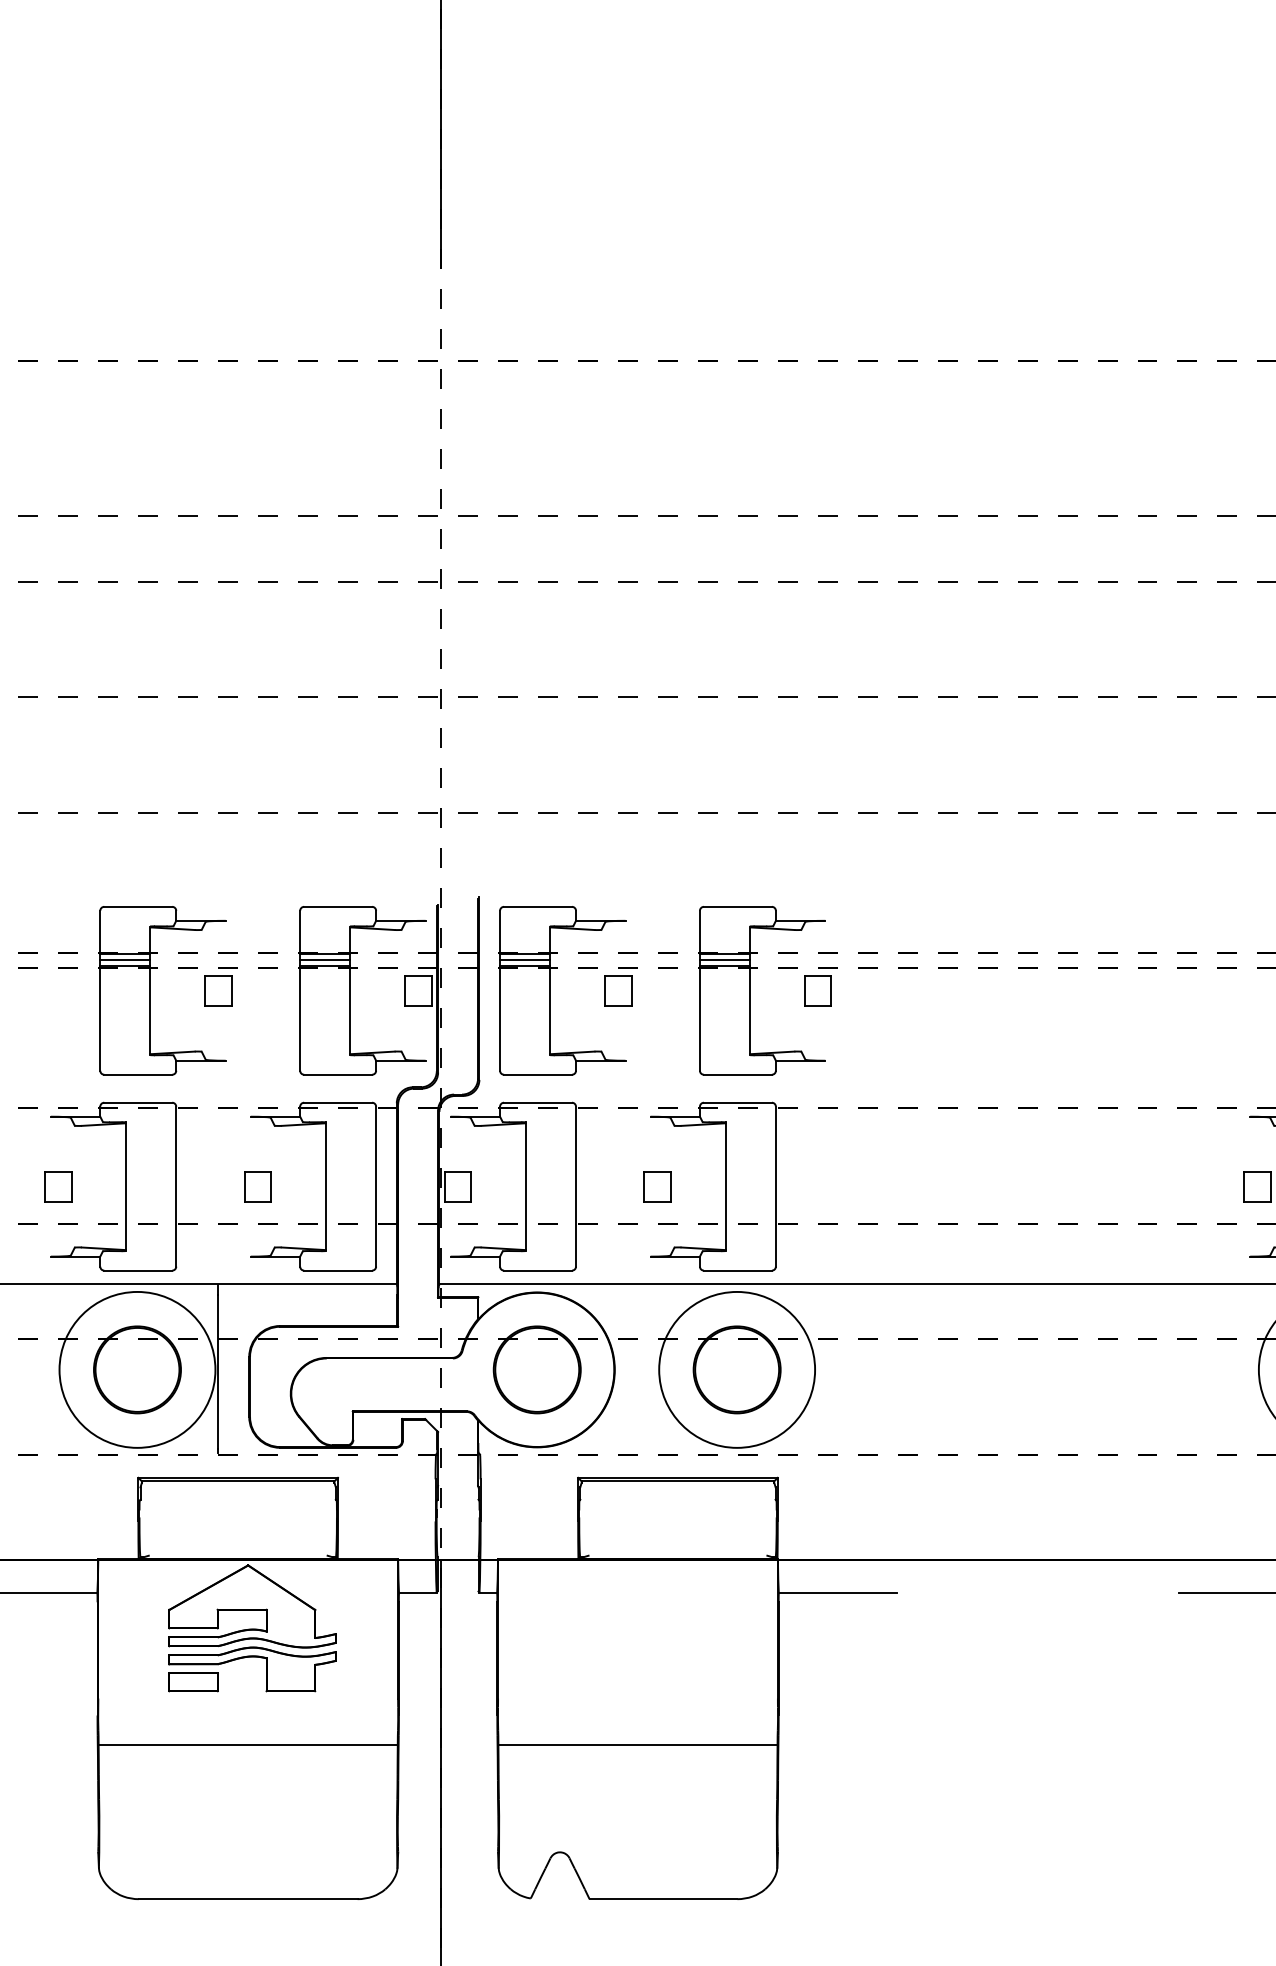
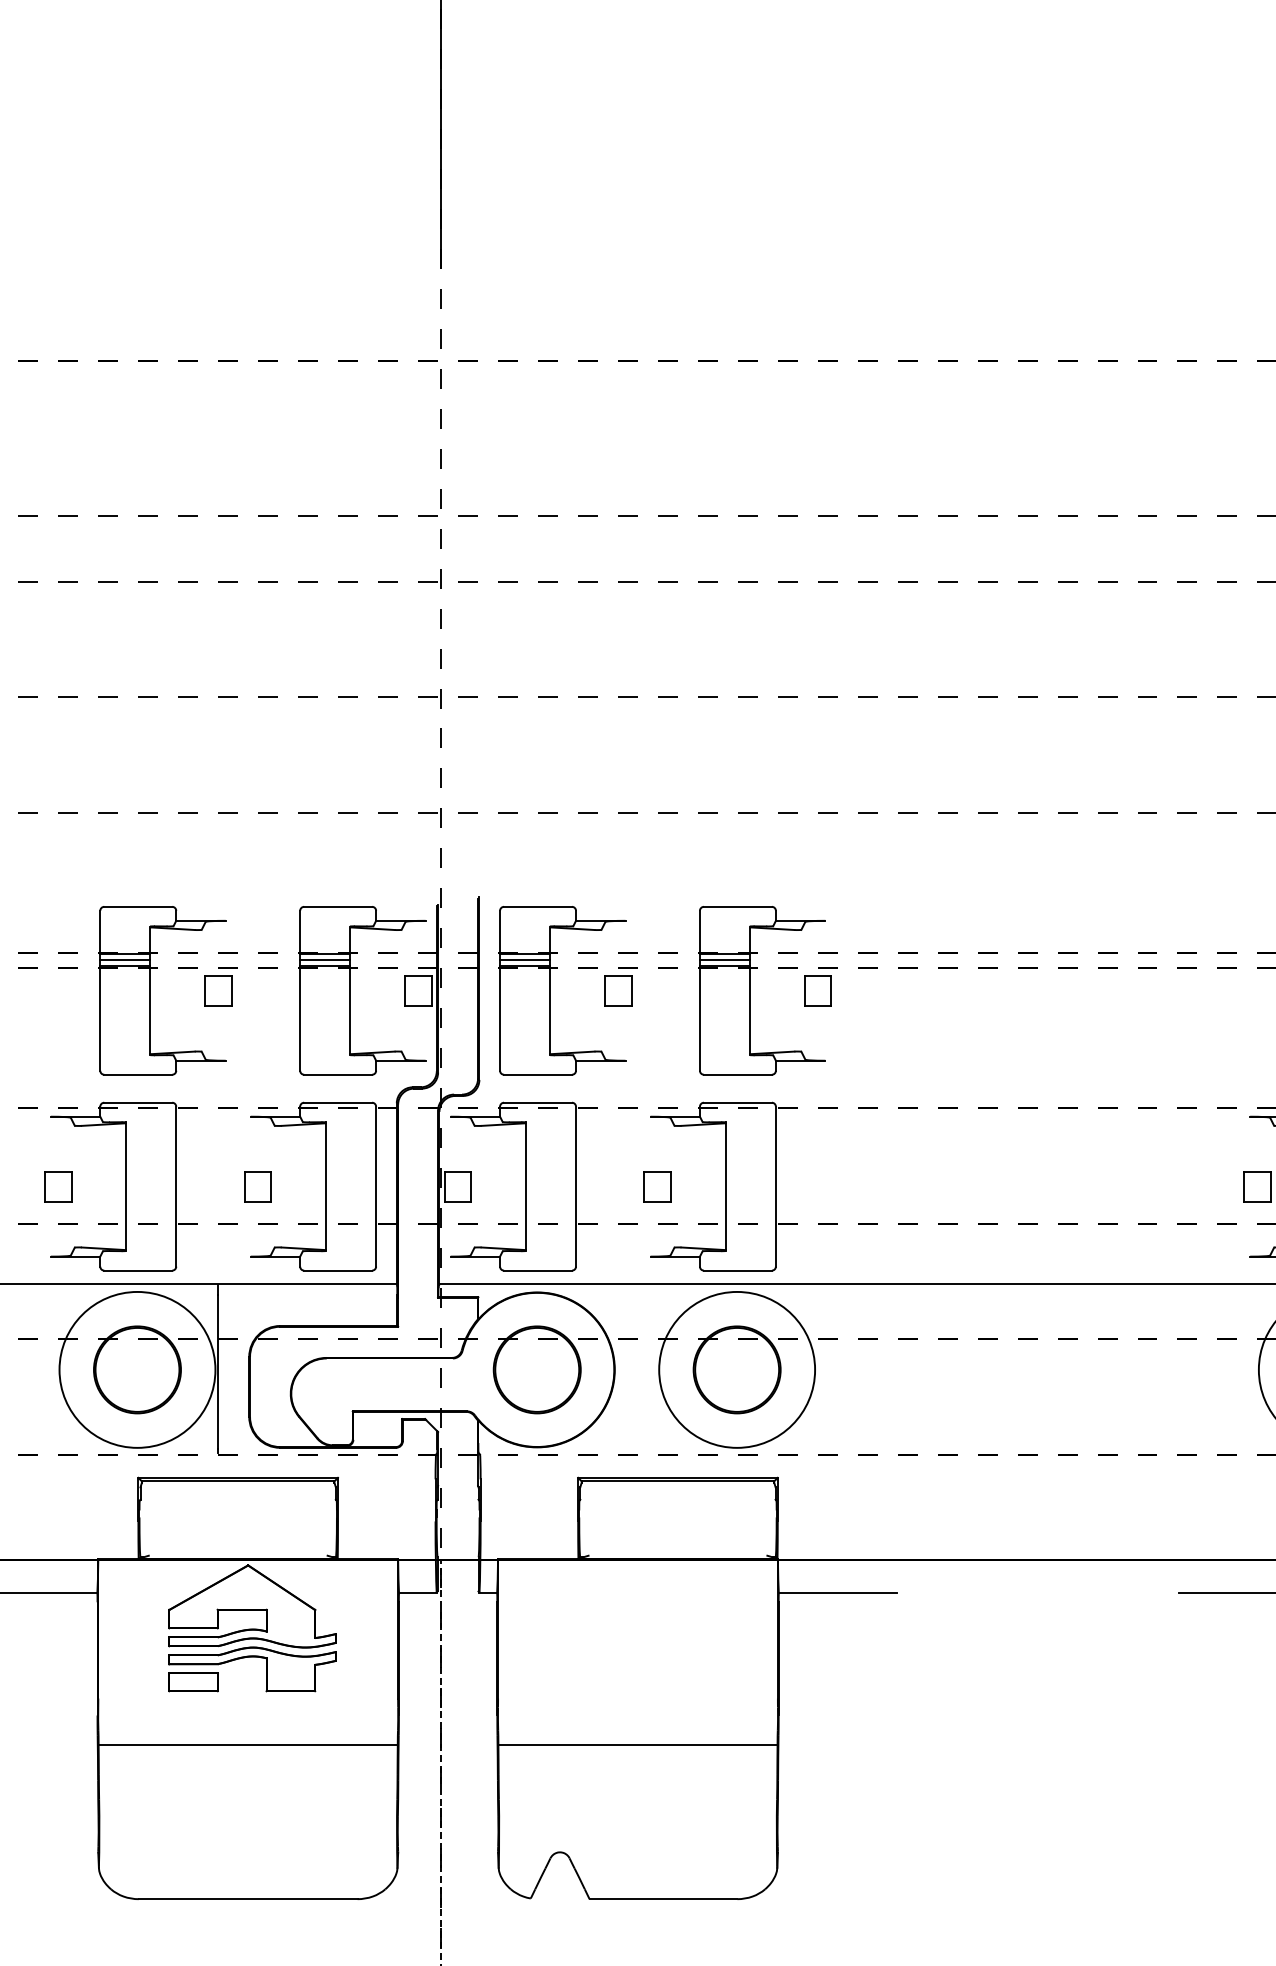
line at (441, 1762): solid -> dashed
